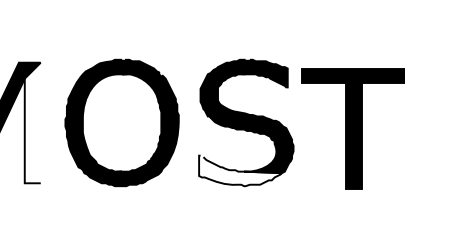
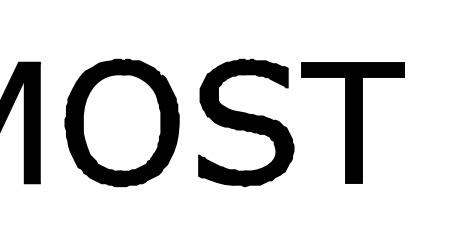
fill at (32, 122): none -> present
part at (352, 128) position: (352, 128) -> (352, 122)
fill at (240, 170): none -> present
